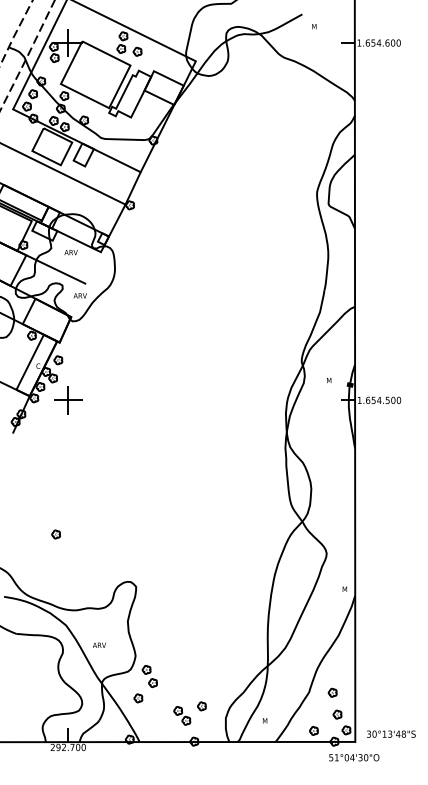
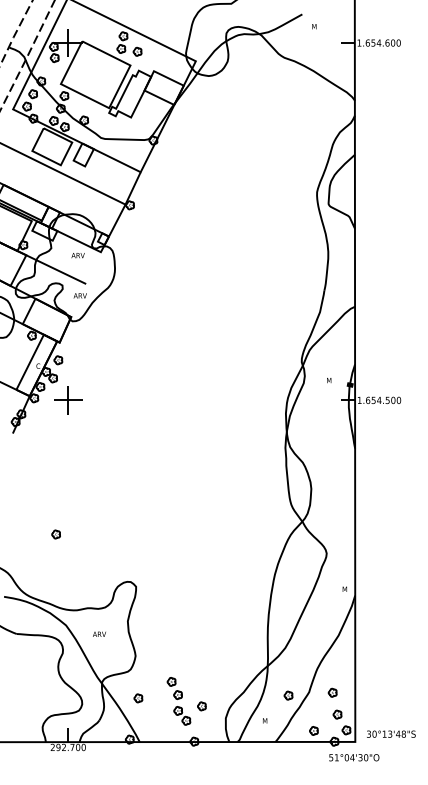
text at (70, 252) position: (70, 252) -> (77, 255)
text at (99, 644) position: (99, 644) -> (99, 633)
part at (149, 676) position: (149, 676) -> (174, 688)
part at (288, 695): none -> present
